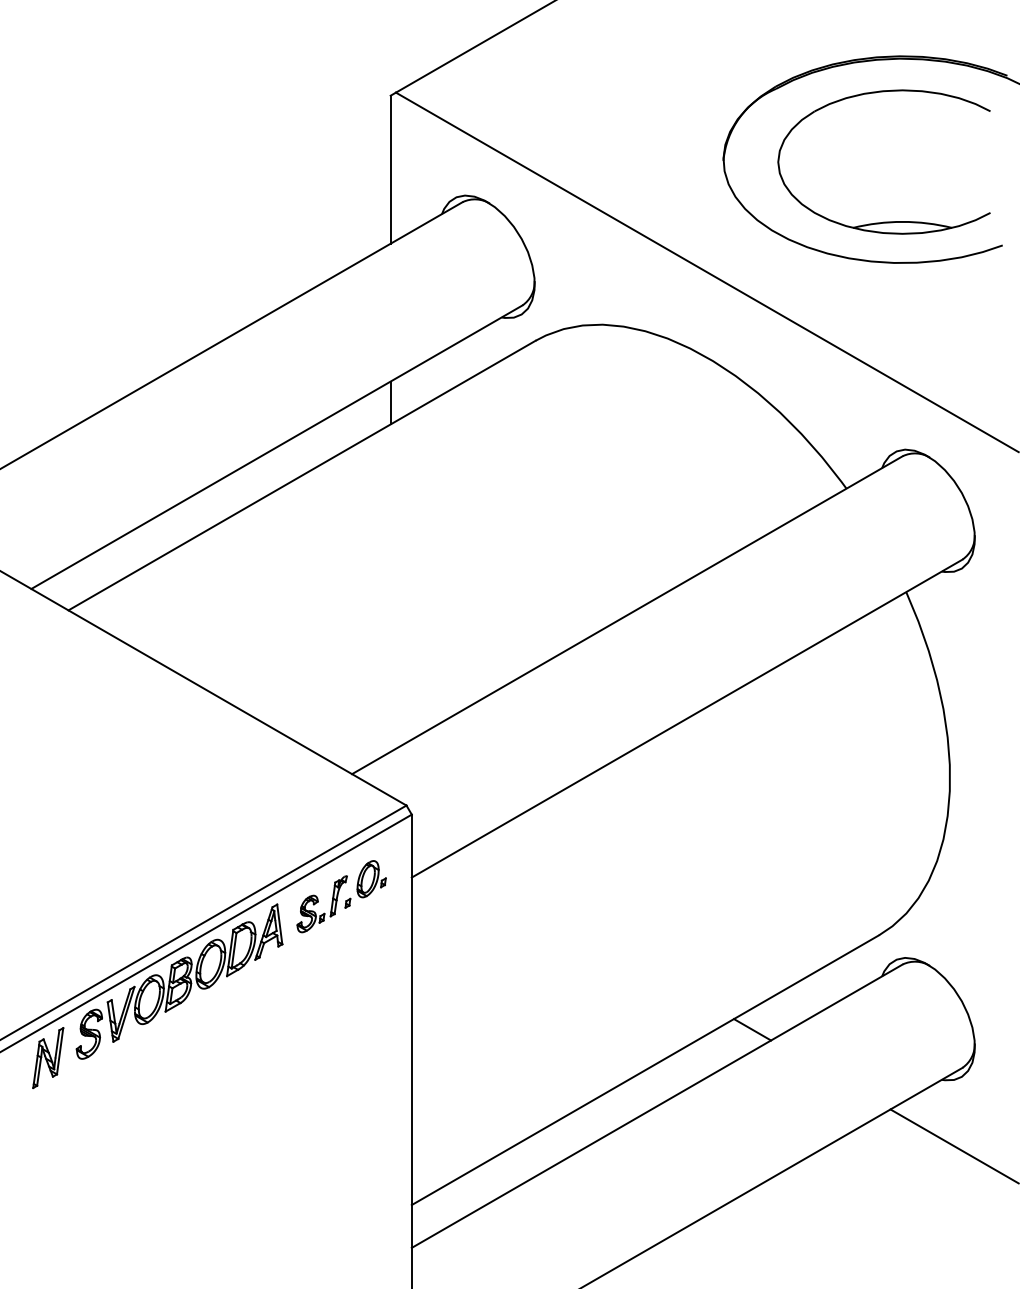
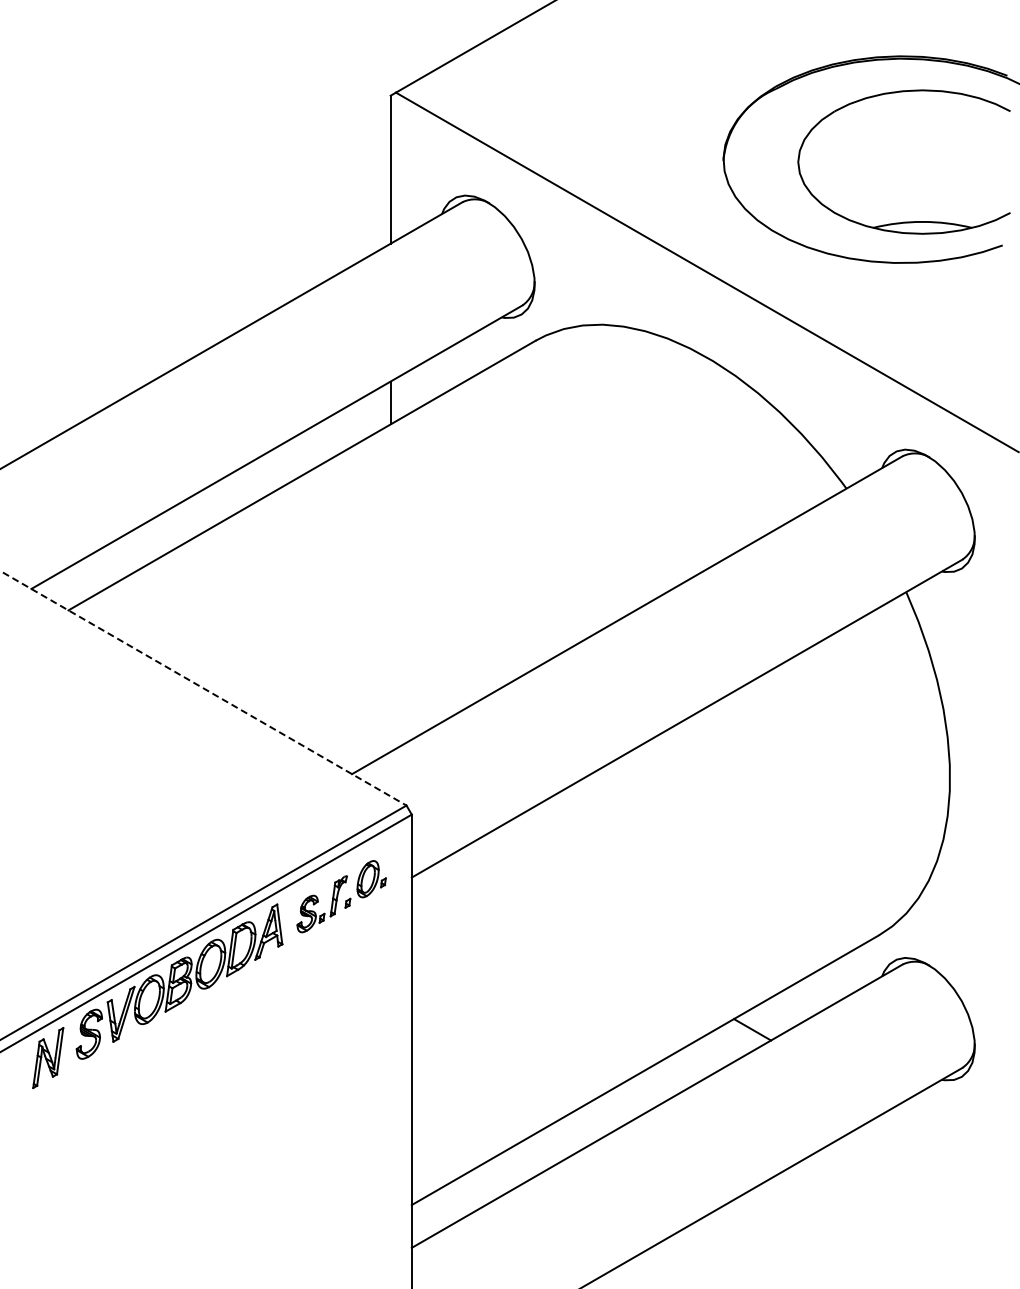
part at (883, 221) position: (883, 221) -> (903, 221)
line at (203, 688): solid -> dashed
line at (953, 1145): present -> none
